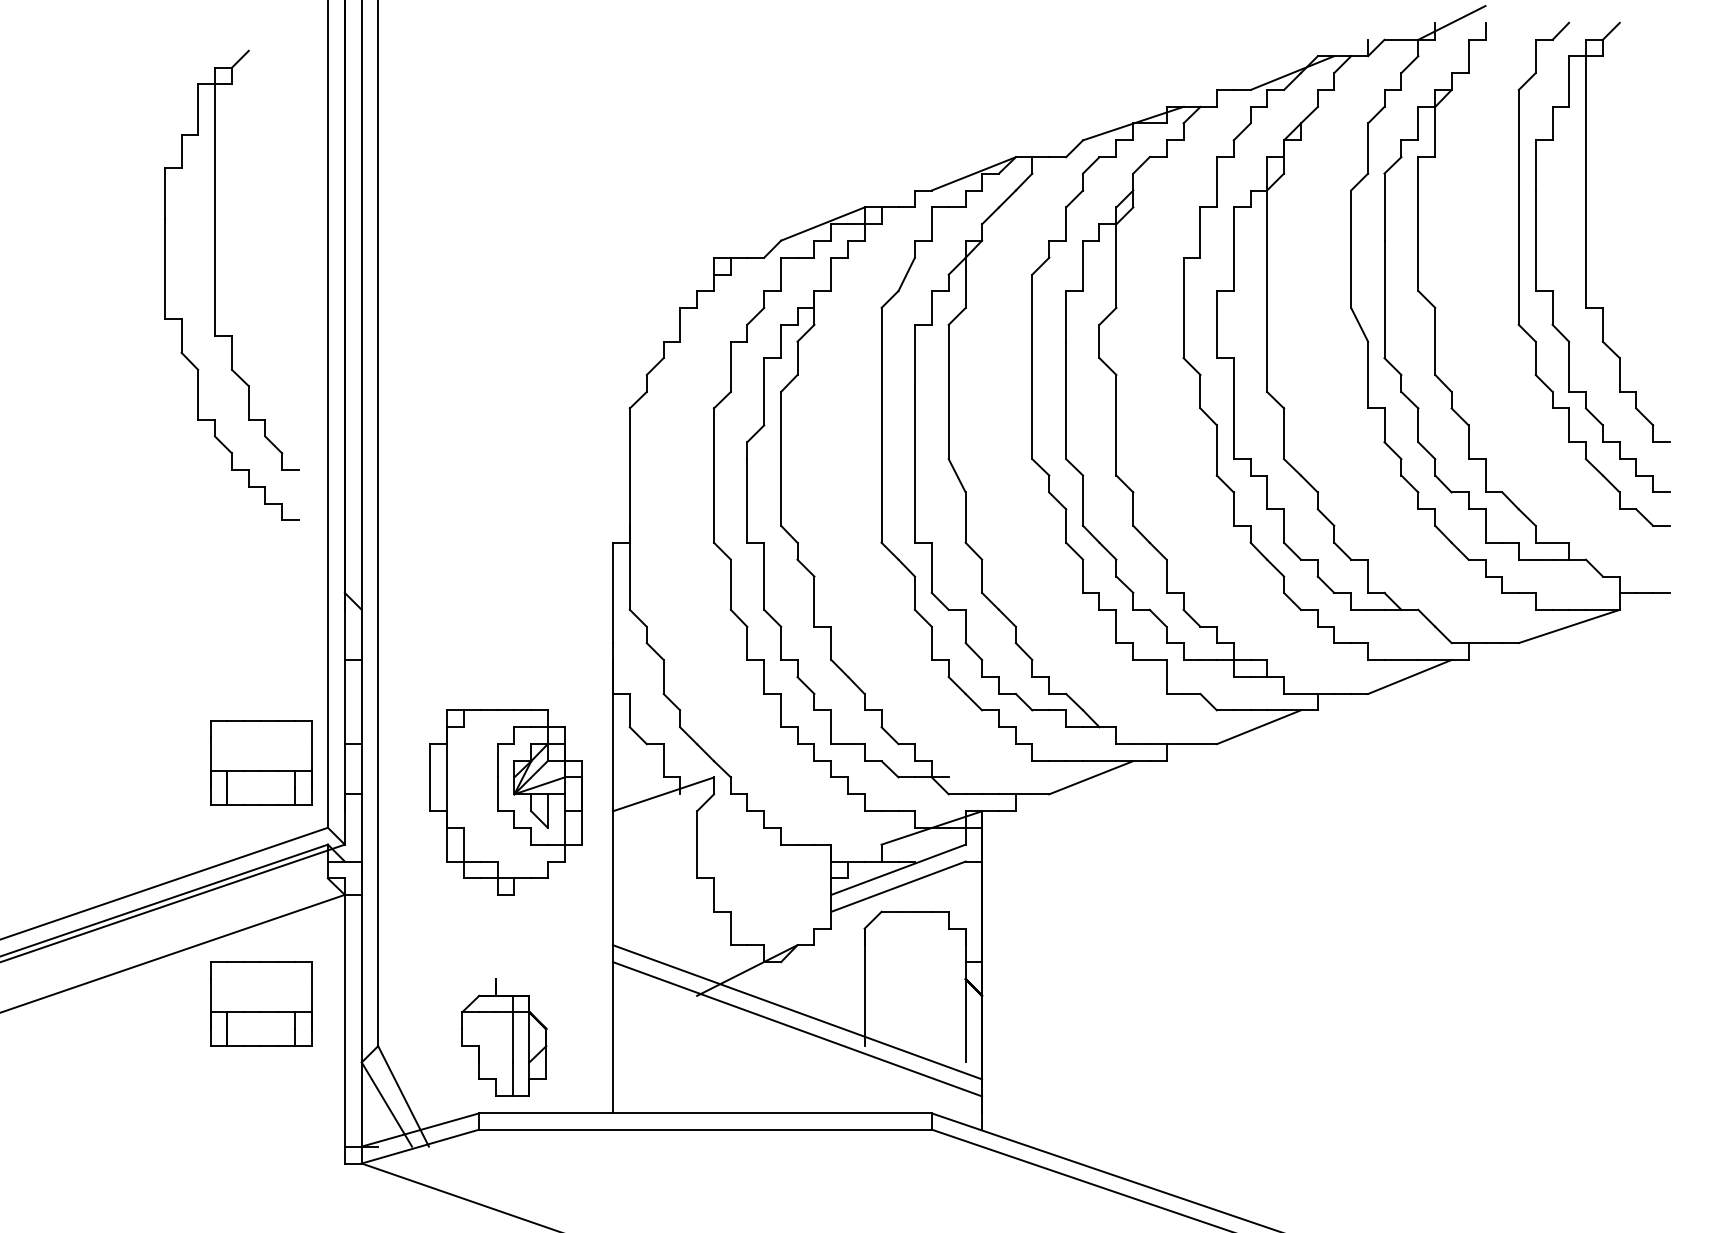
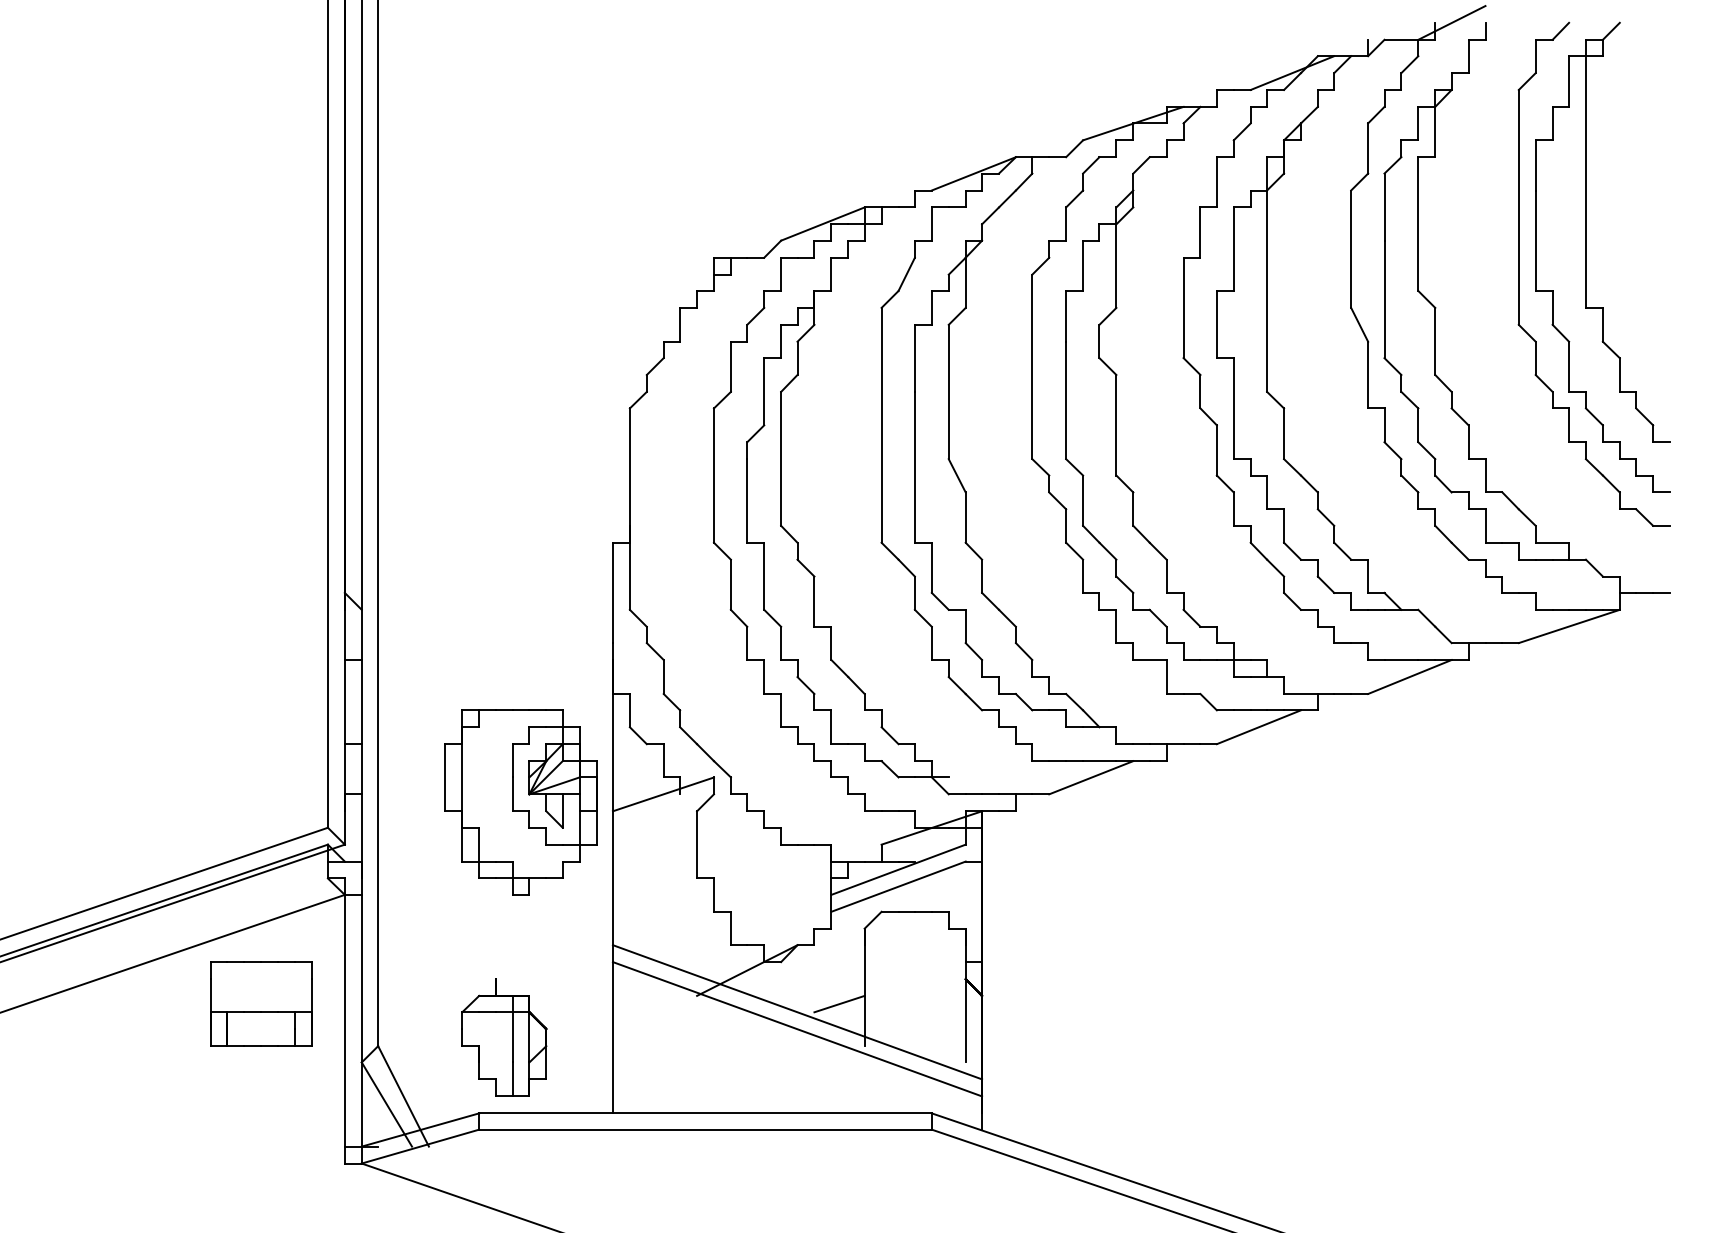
part at (215, 284): present -> none
part at (261, 762): present -> none
part at (505, 802) position: (505, 802) -> (520, 802)
line at (839, 1003): none -> present
